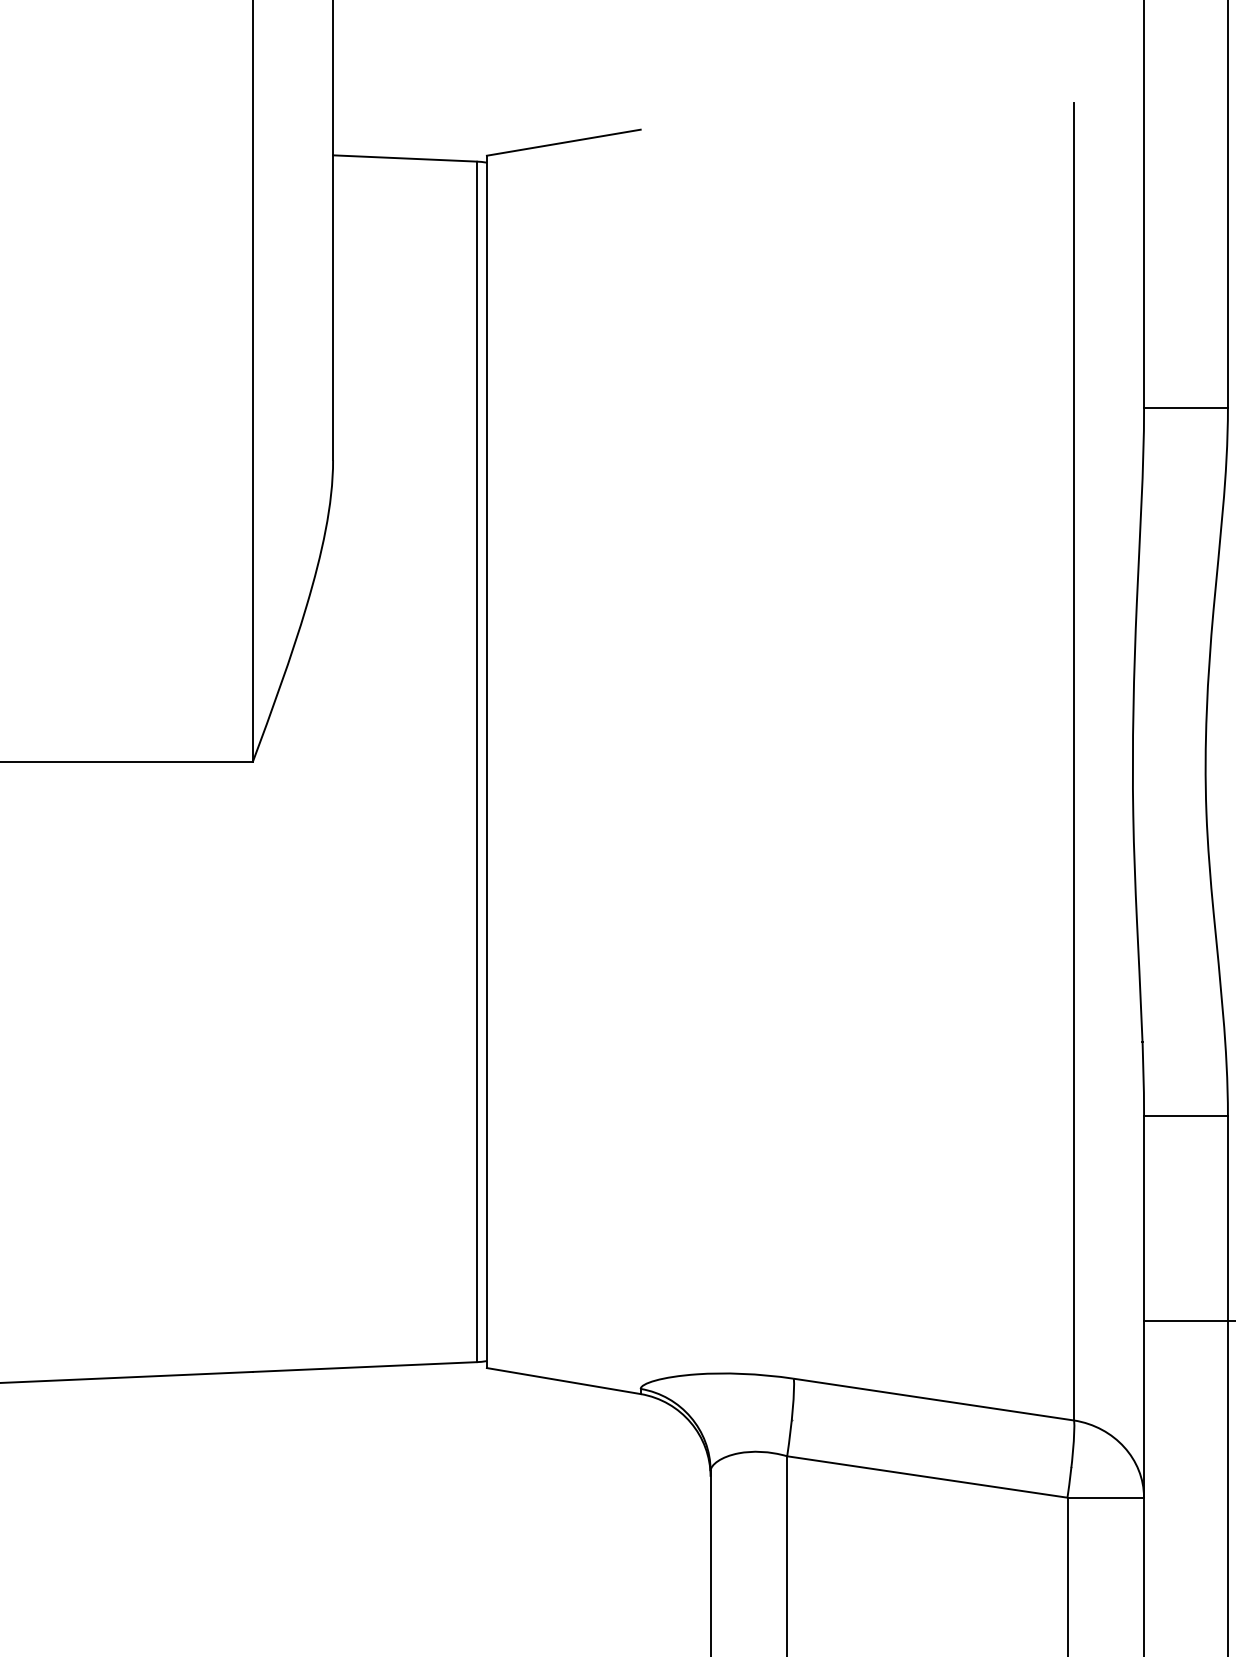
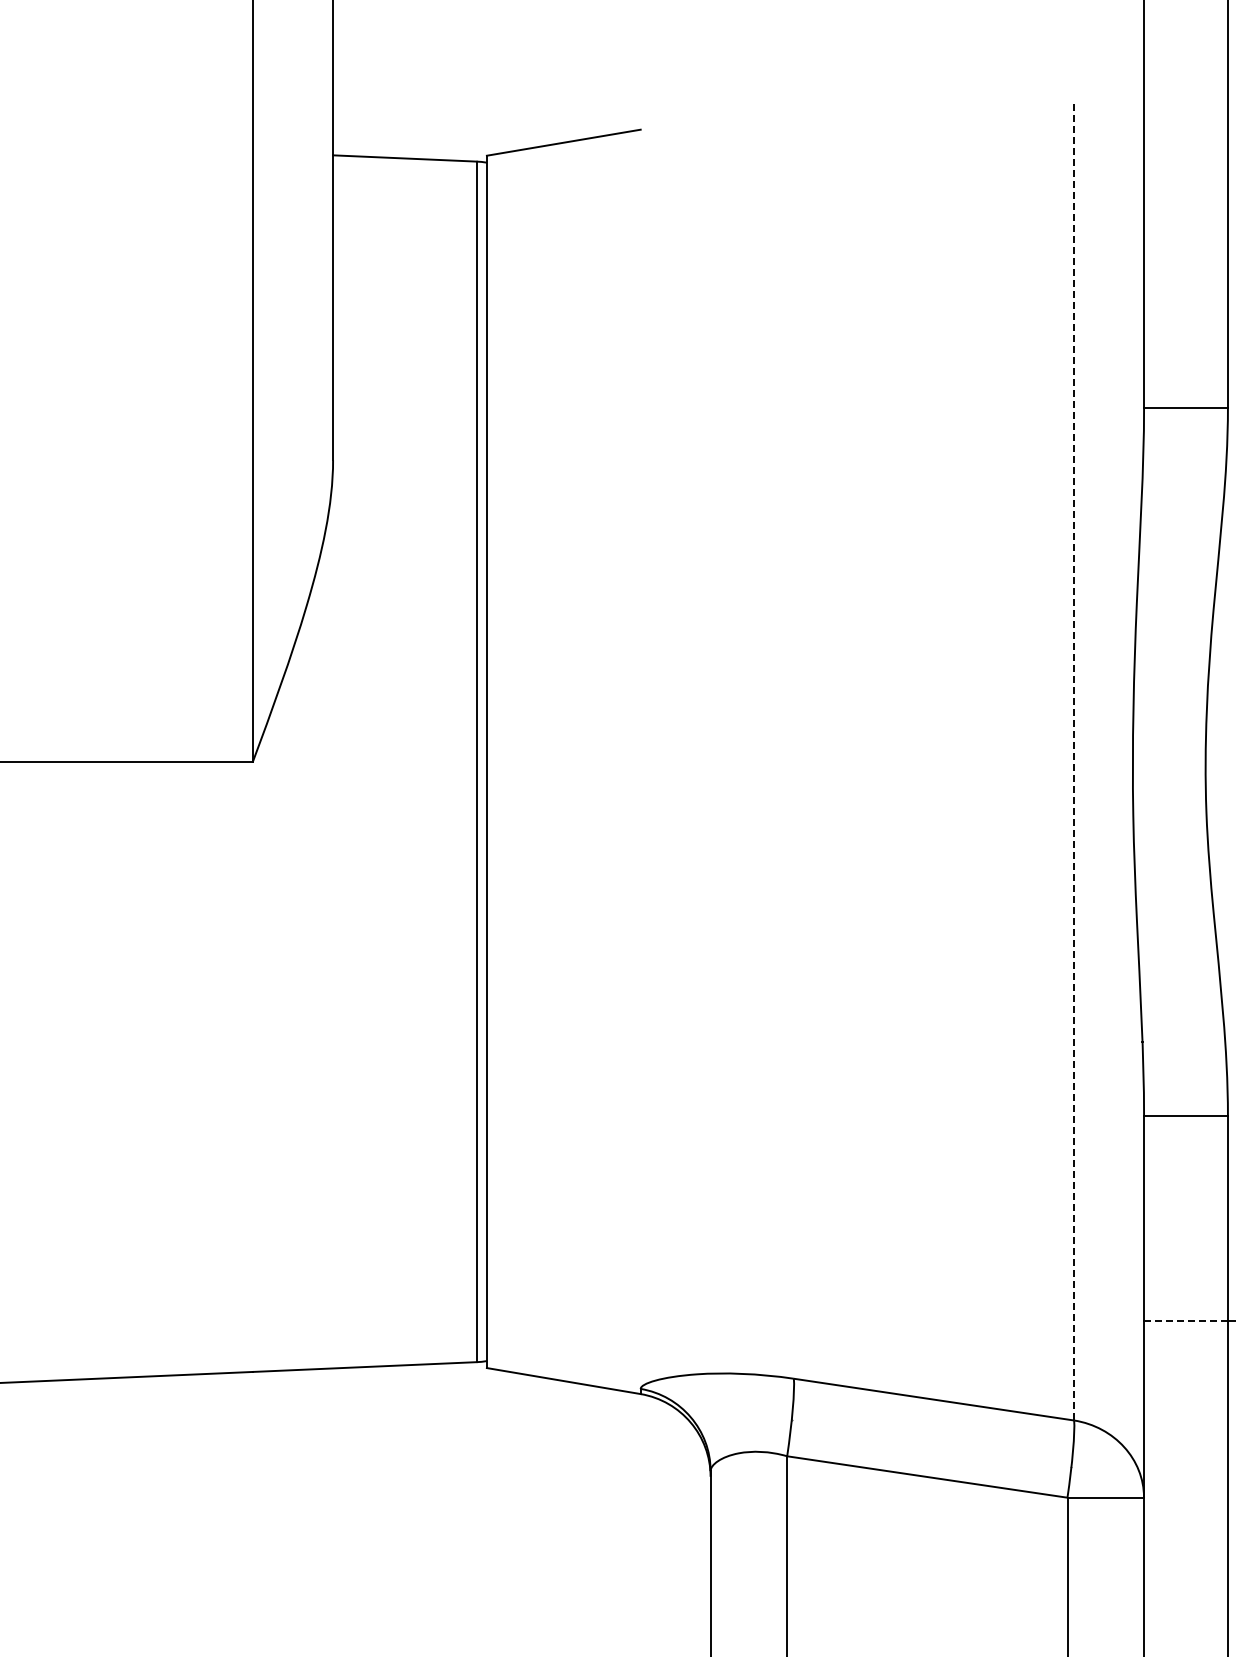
line at (1074, 761): solid -> dashed
line at (1186, 1321): solid -> dashed
